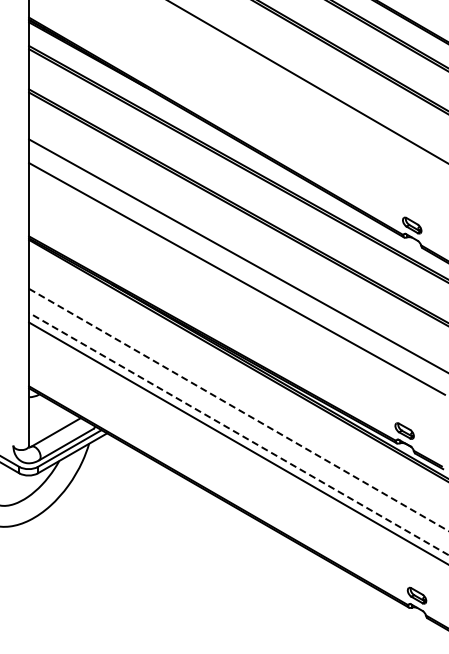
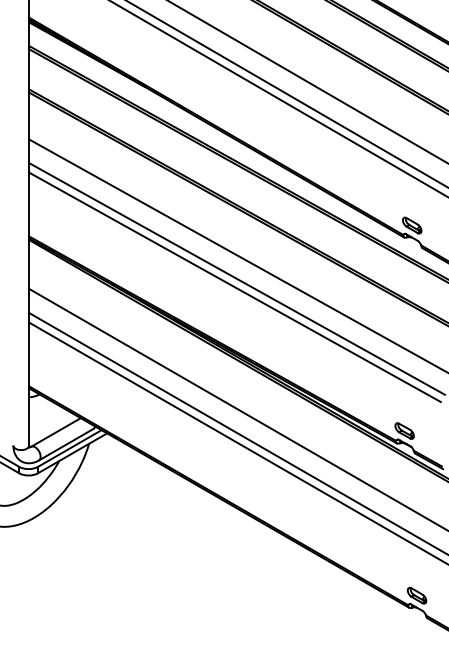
line at (286, 94): none -> present
line at (278, 98): none -> present
line at (234, 287): none -> present
line at (239, 410): dashed -> solid
line at (238, 433): dashed -> solid
